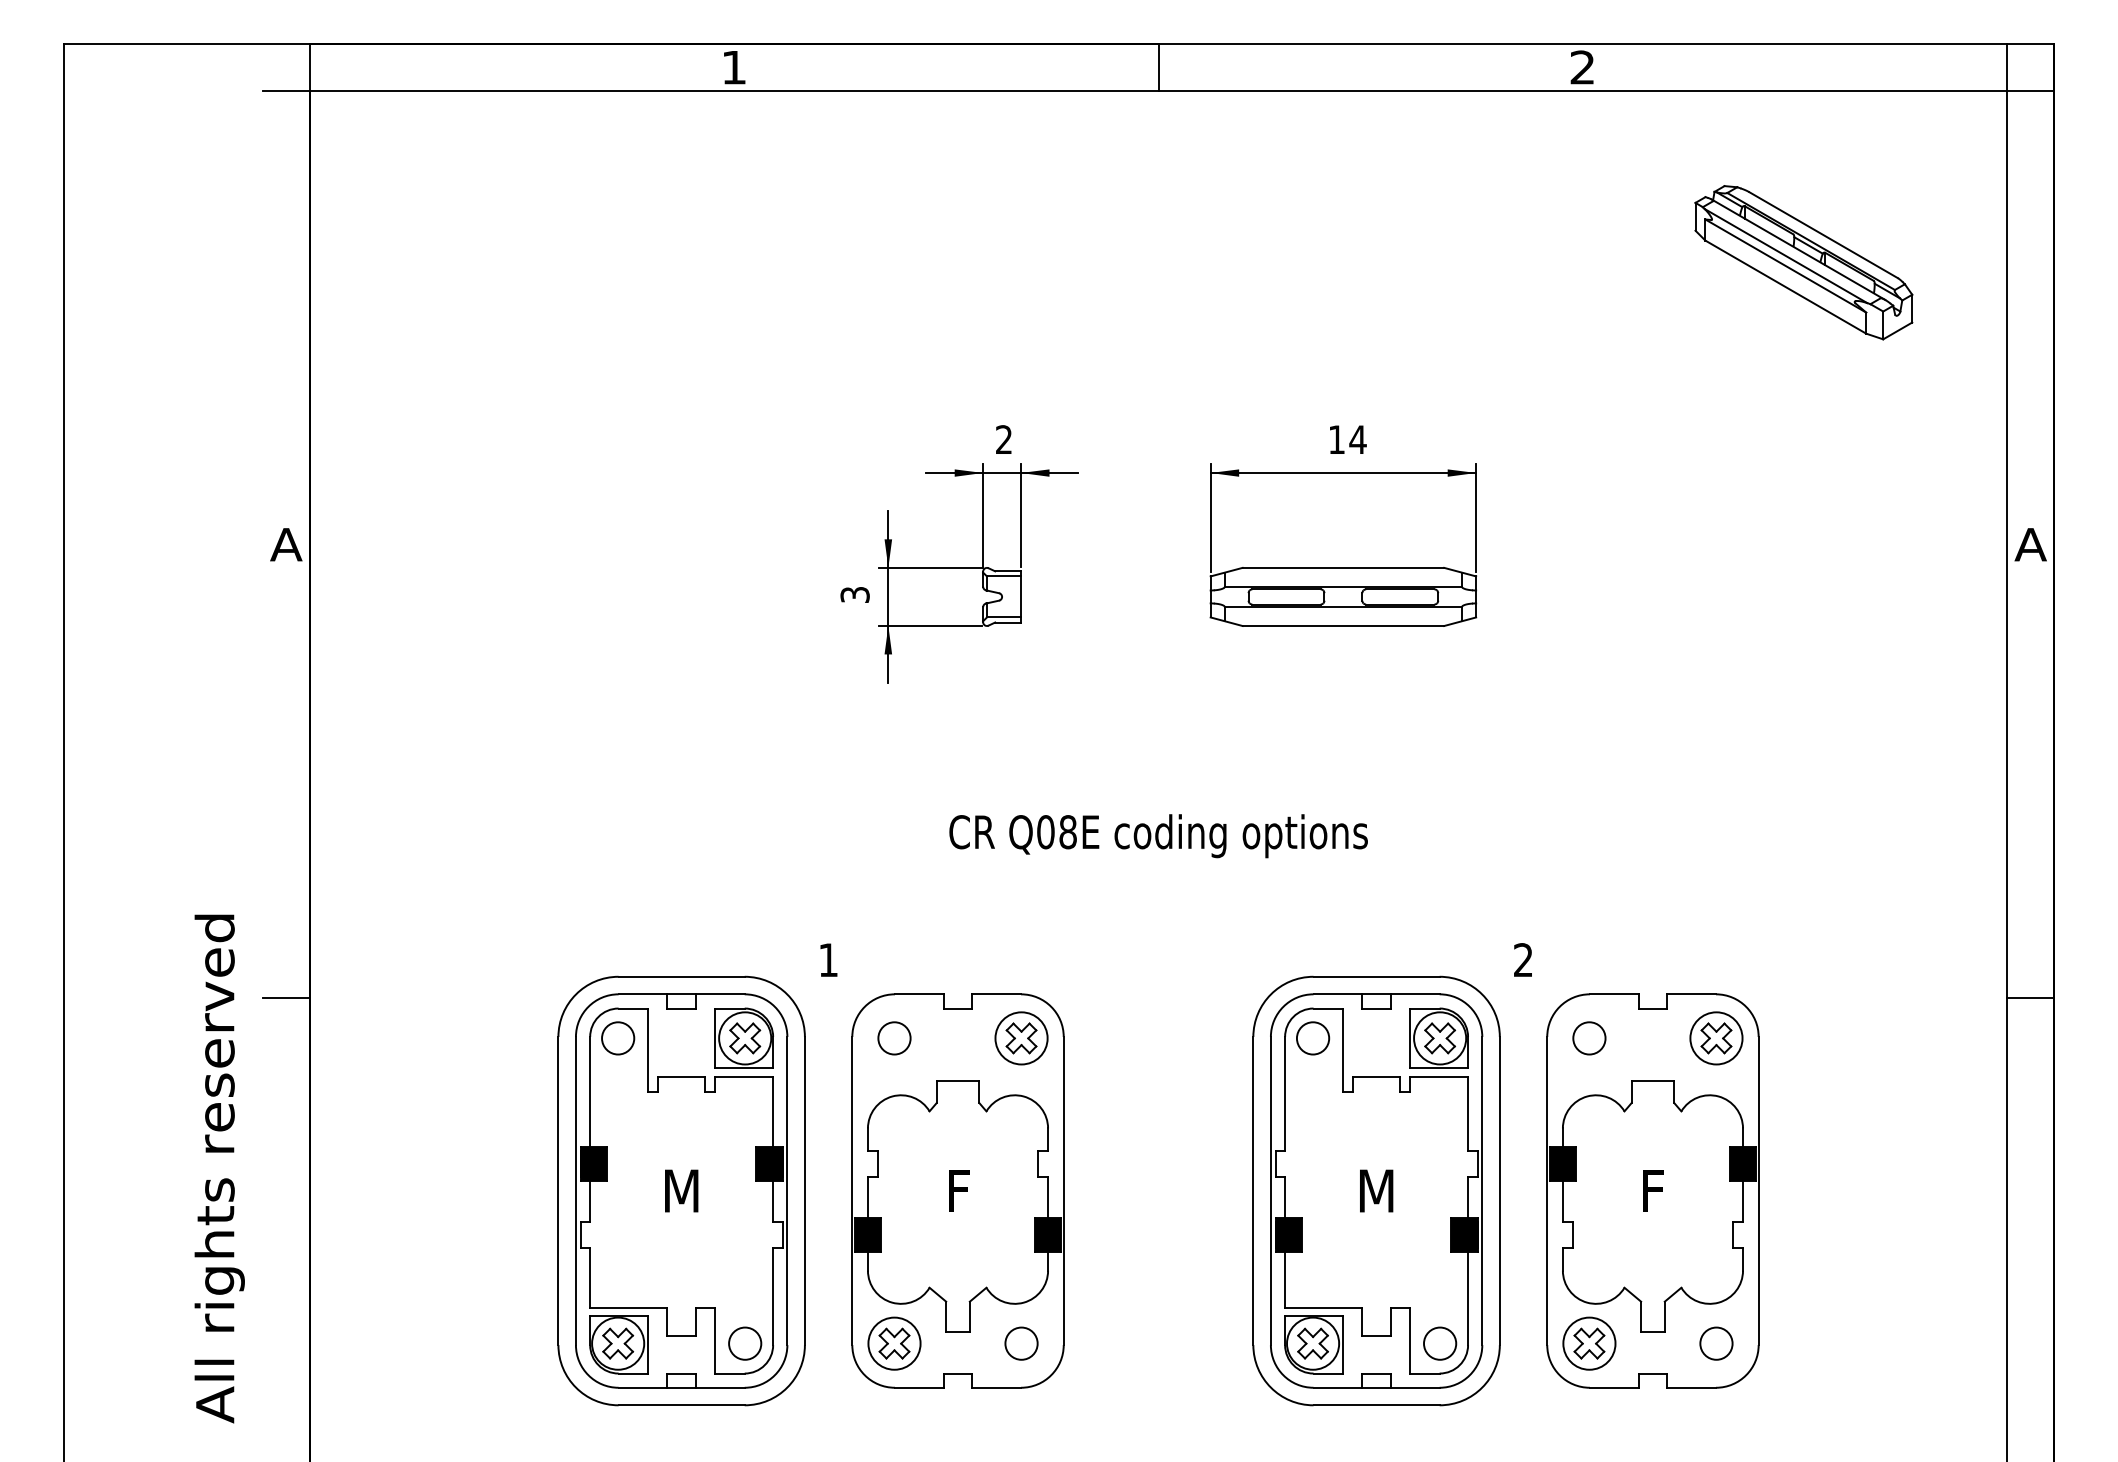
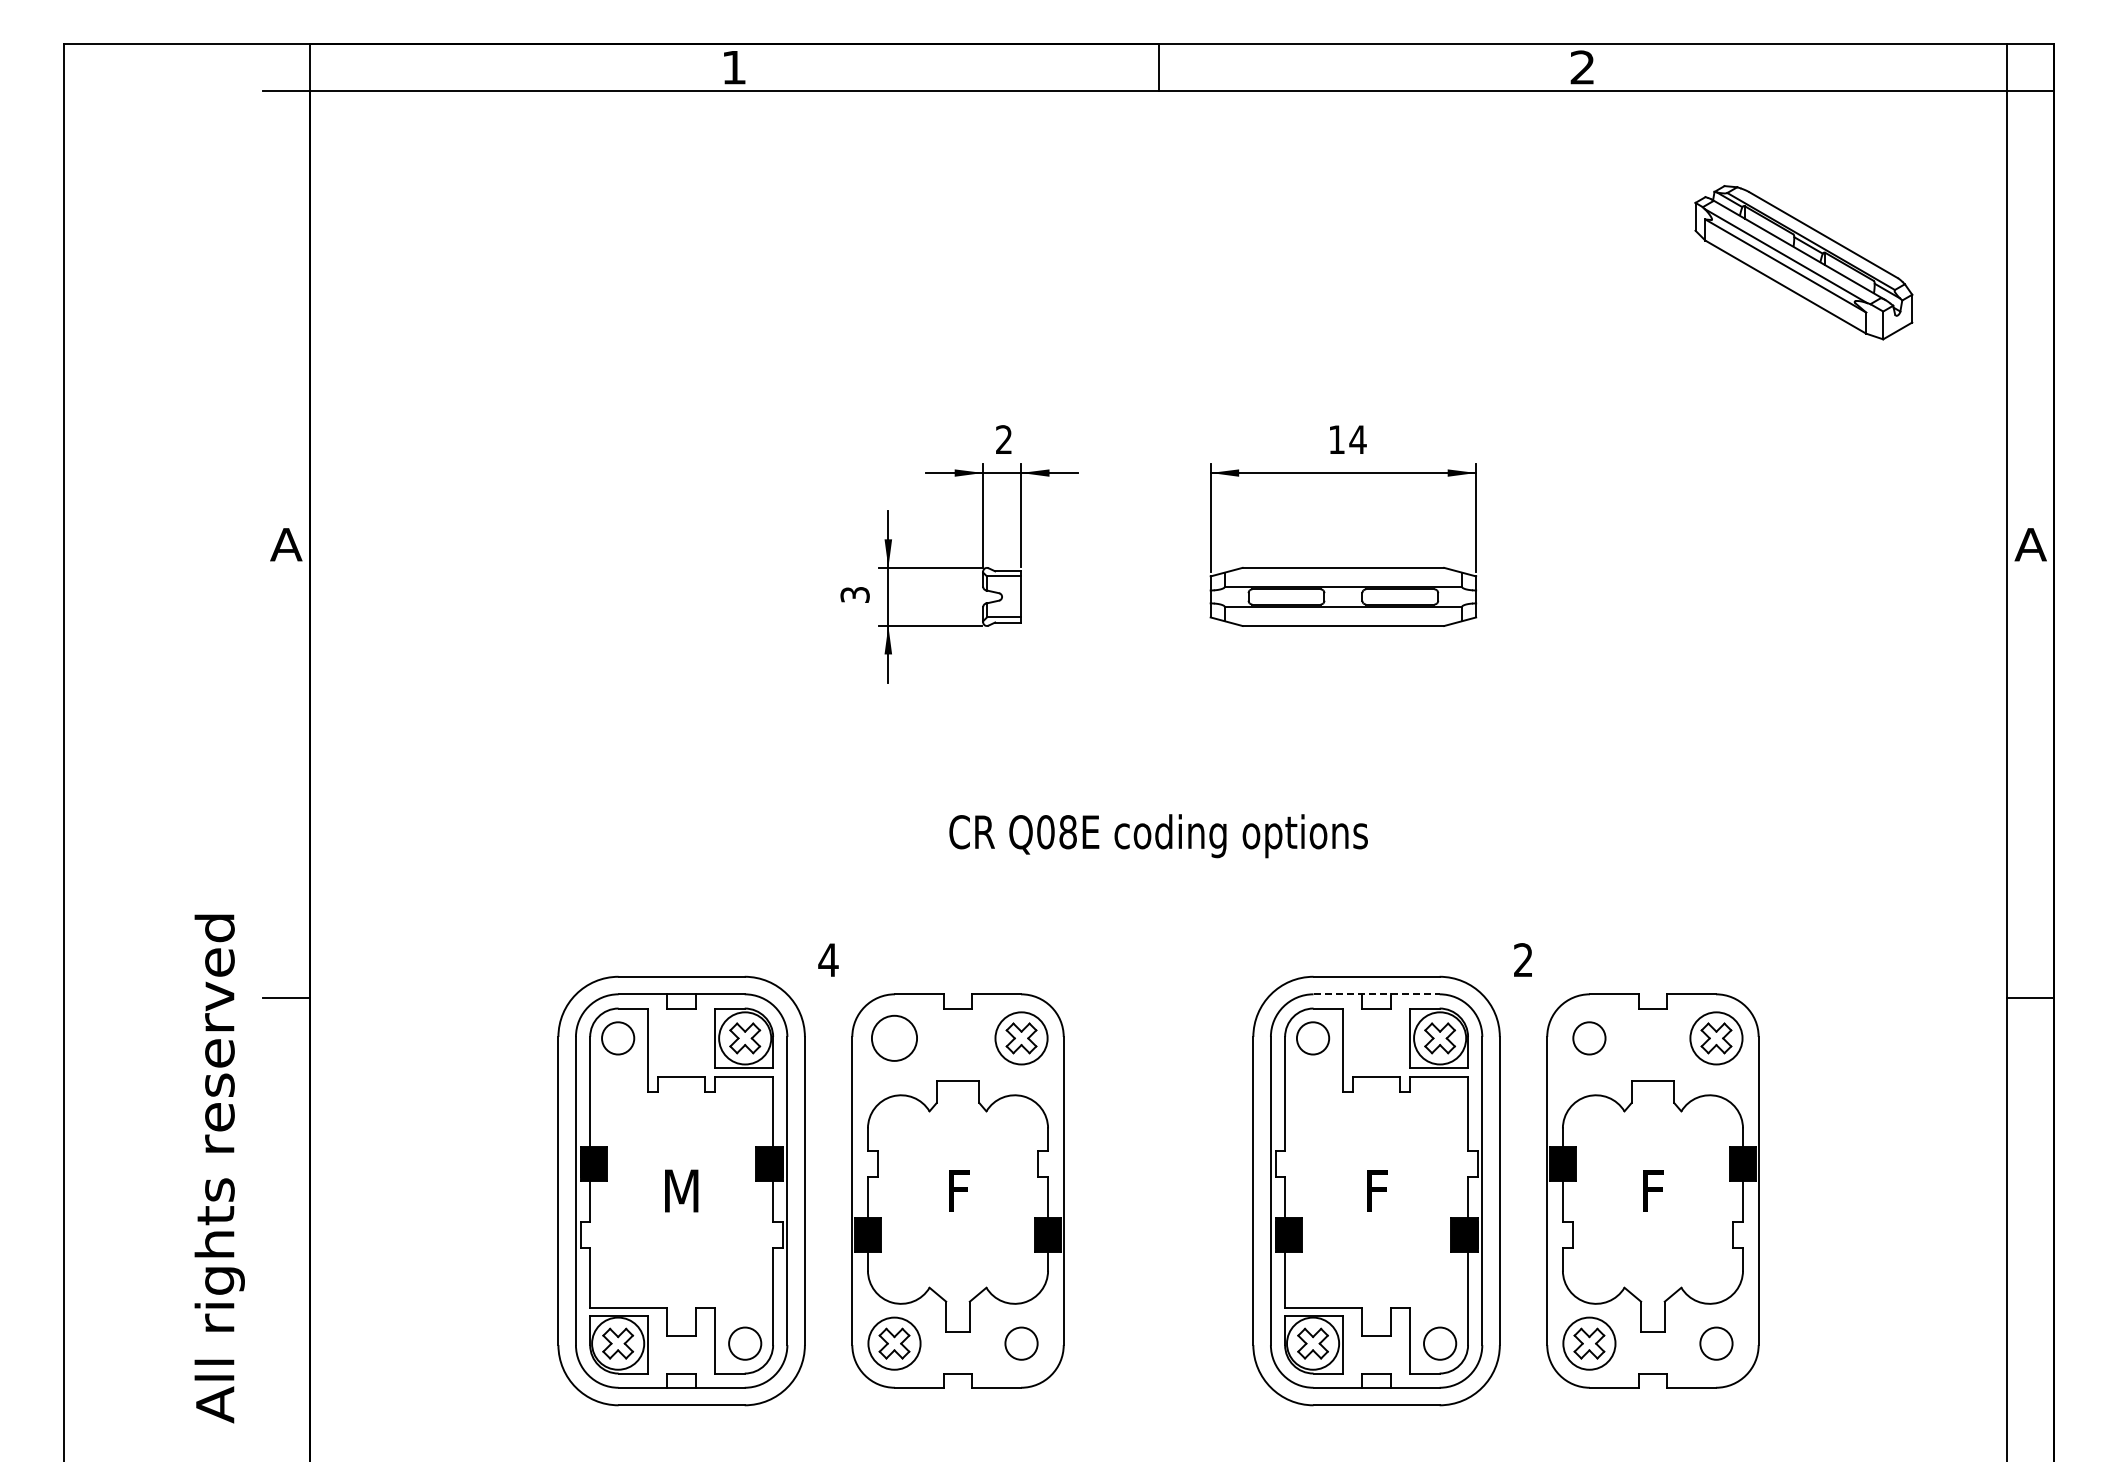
text at (828, 959): 1 -> 4
line at (1377, 994): solid -> dashed
circle at (894, 1038) size: 35x35 px -> 47x48 px
text at (1376, 1190): M -> F
